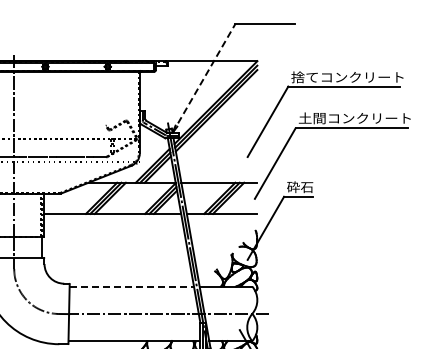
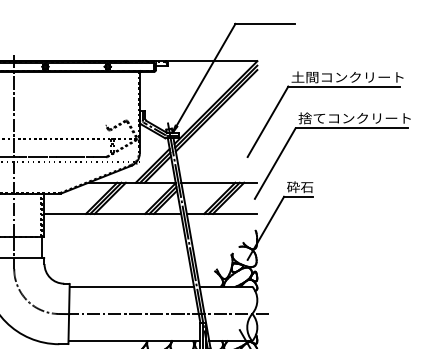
text at (304, 77): 捨てコンクリート -> 土間コンクリート
line at (204, 78): dashed -> solid
text at (311, 118): 土間コンクリート -> 捨てコンクリート
line at (132, 286): dashed -> solid
